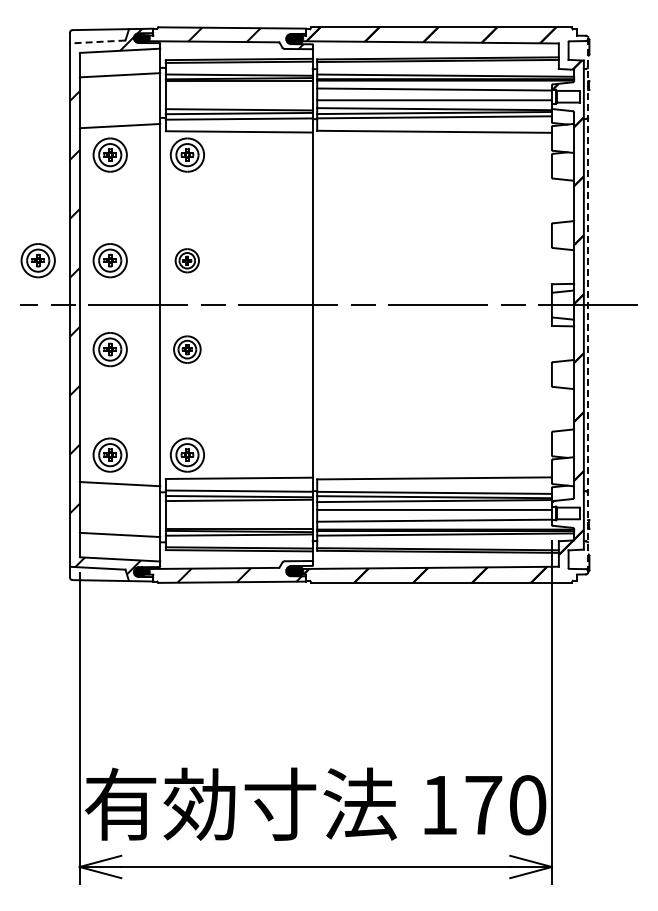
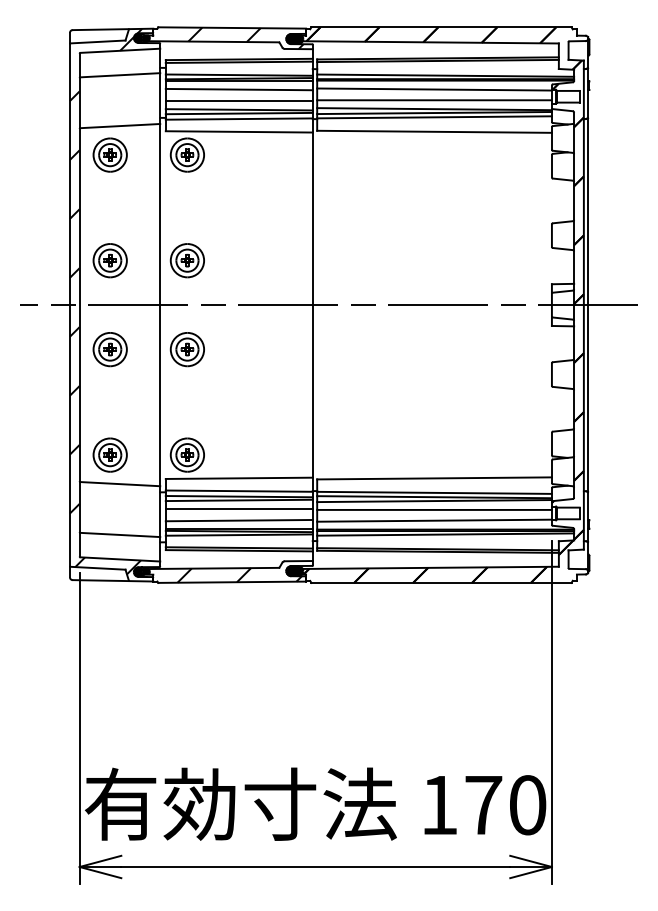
line at (97, 41): dashed -> solid
line at (238, 89): none -> present
line at (238, 101): none -> present
part at (37, 260): present -> none
part at (186, 260) size: 26x26 px -> 36x36 px
line at (588, 304): dashed -> solid
part at (187, 349) size: 29x29 px -> 36x36 px
line at (238, 508): none -> present
line at (238, 520): none -> present
